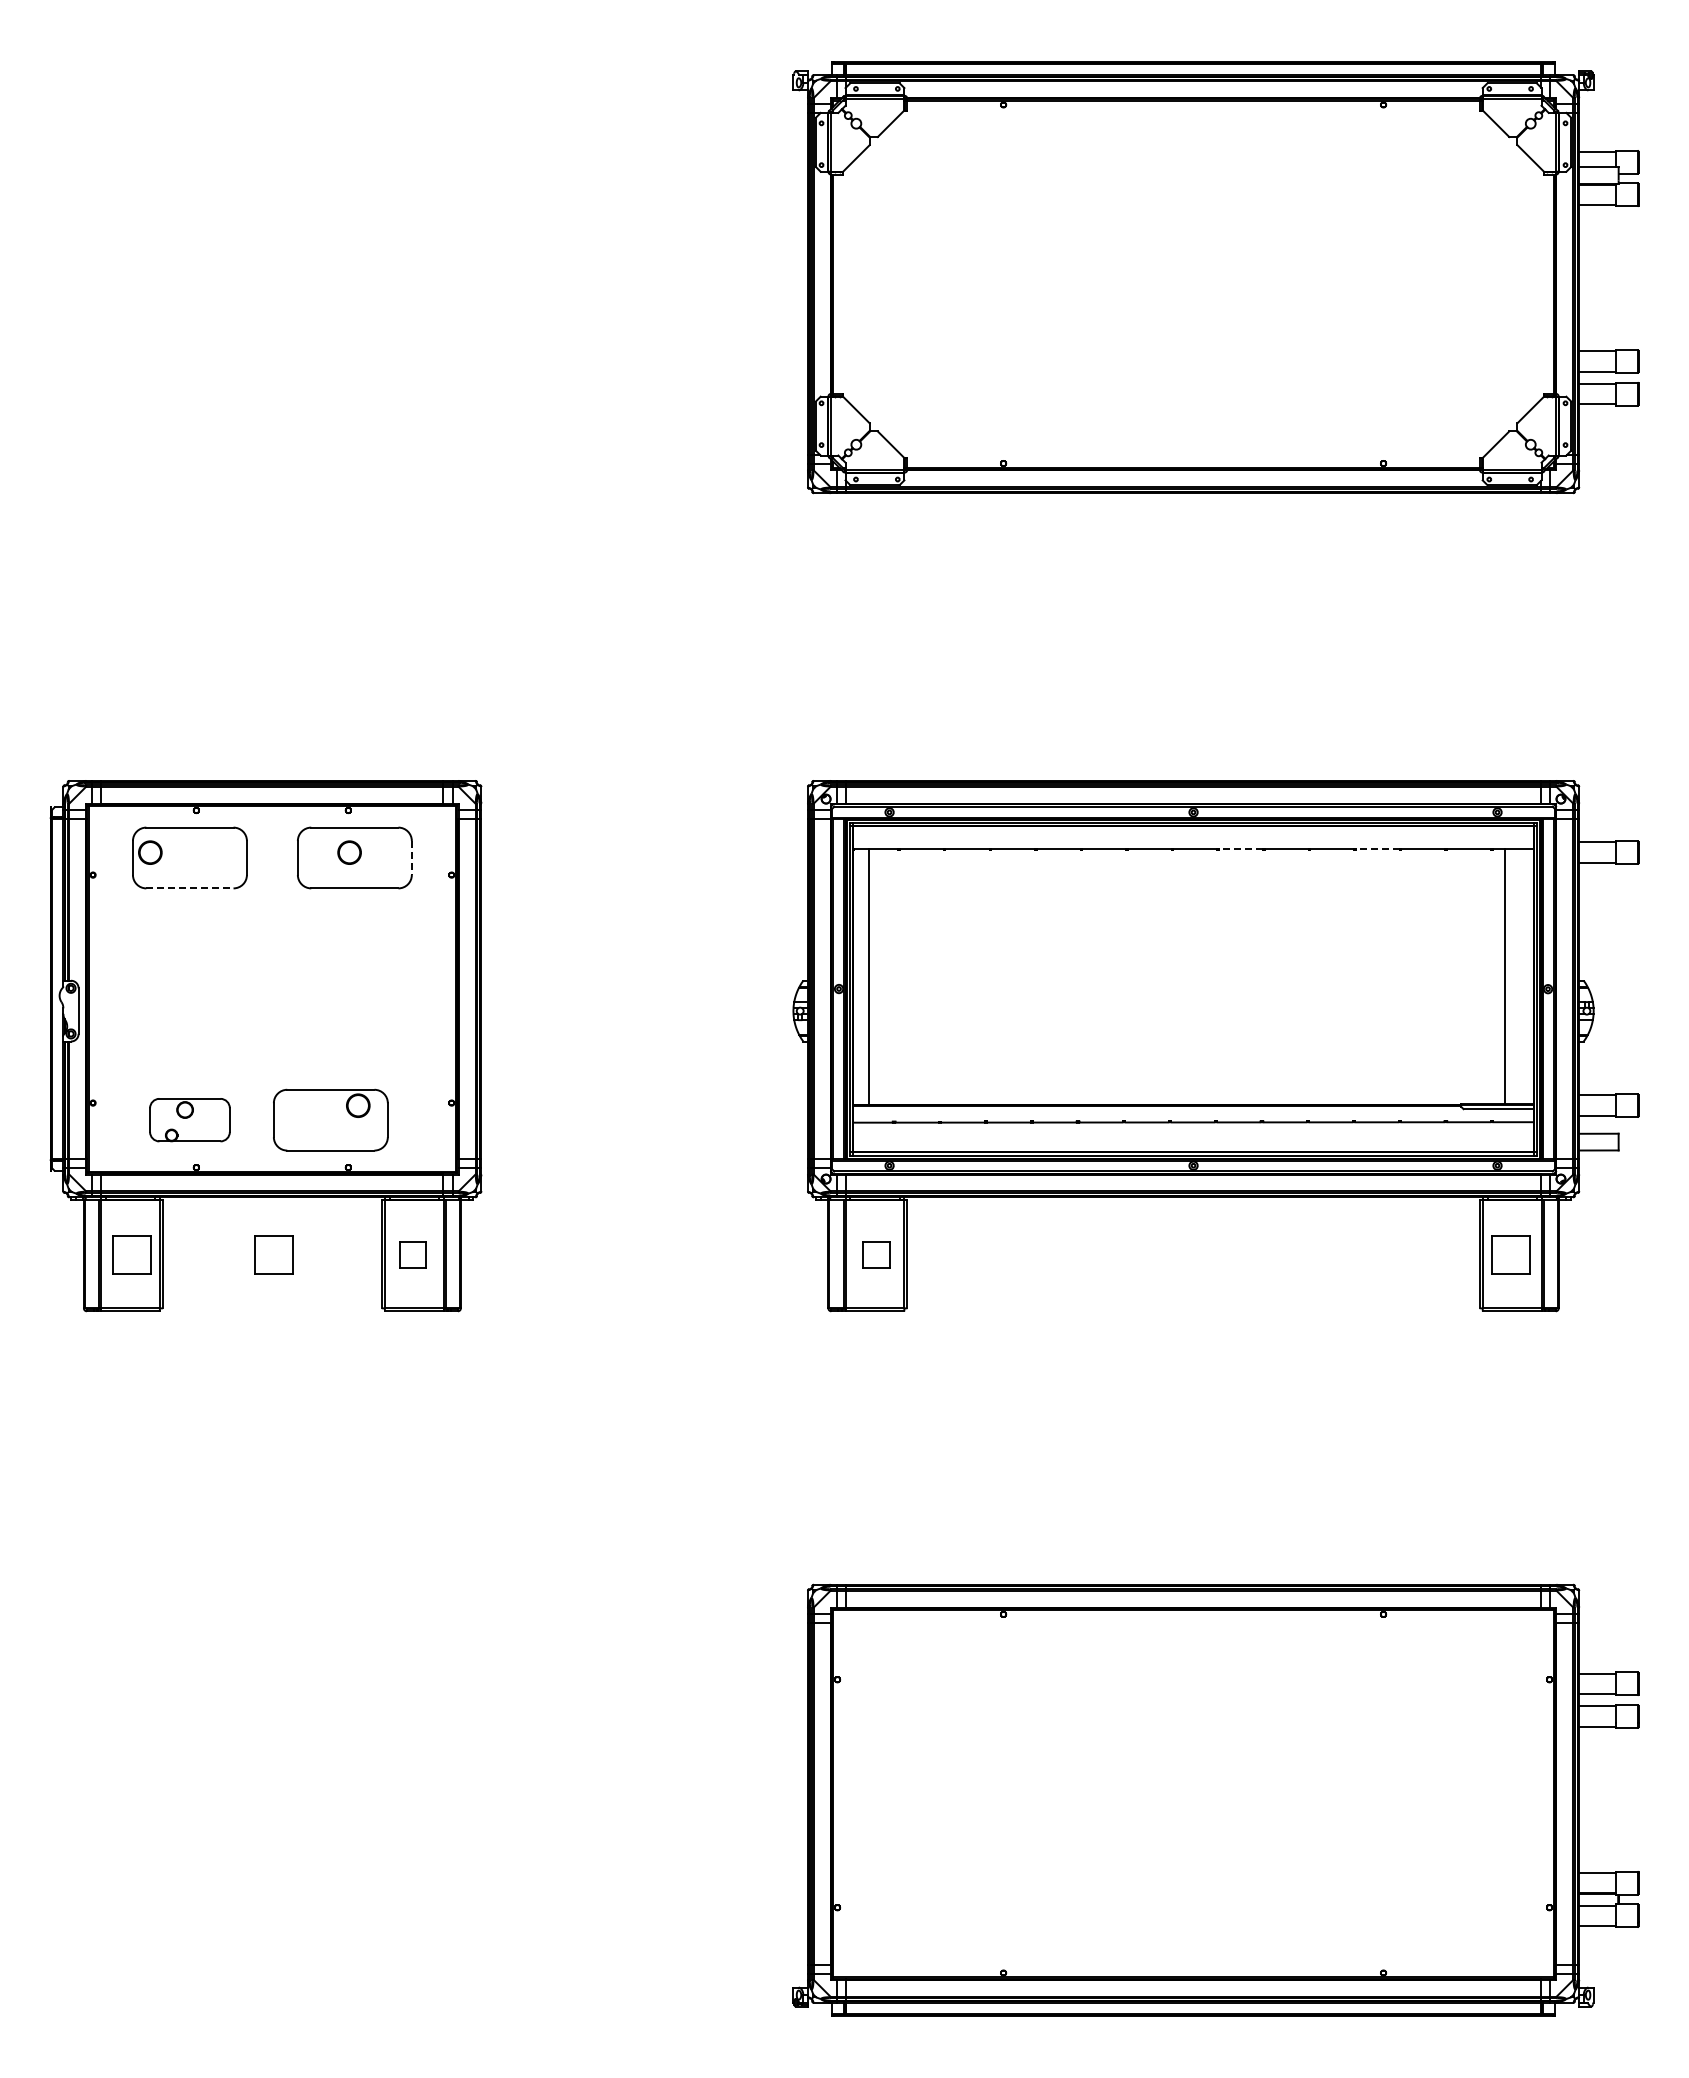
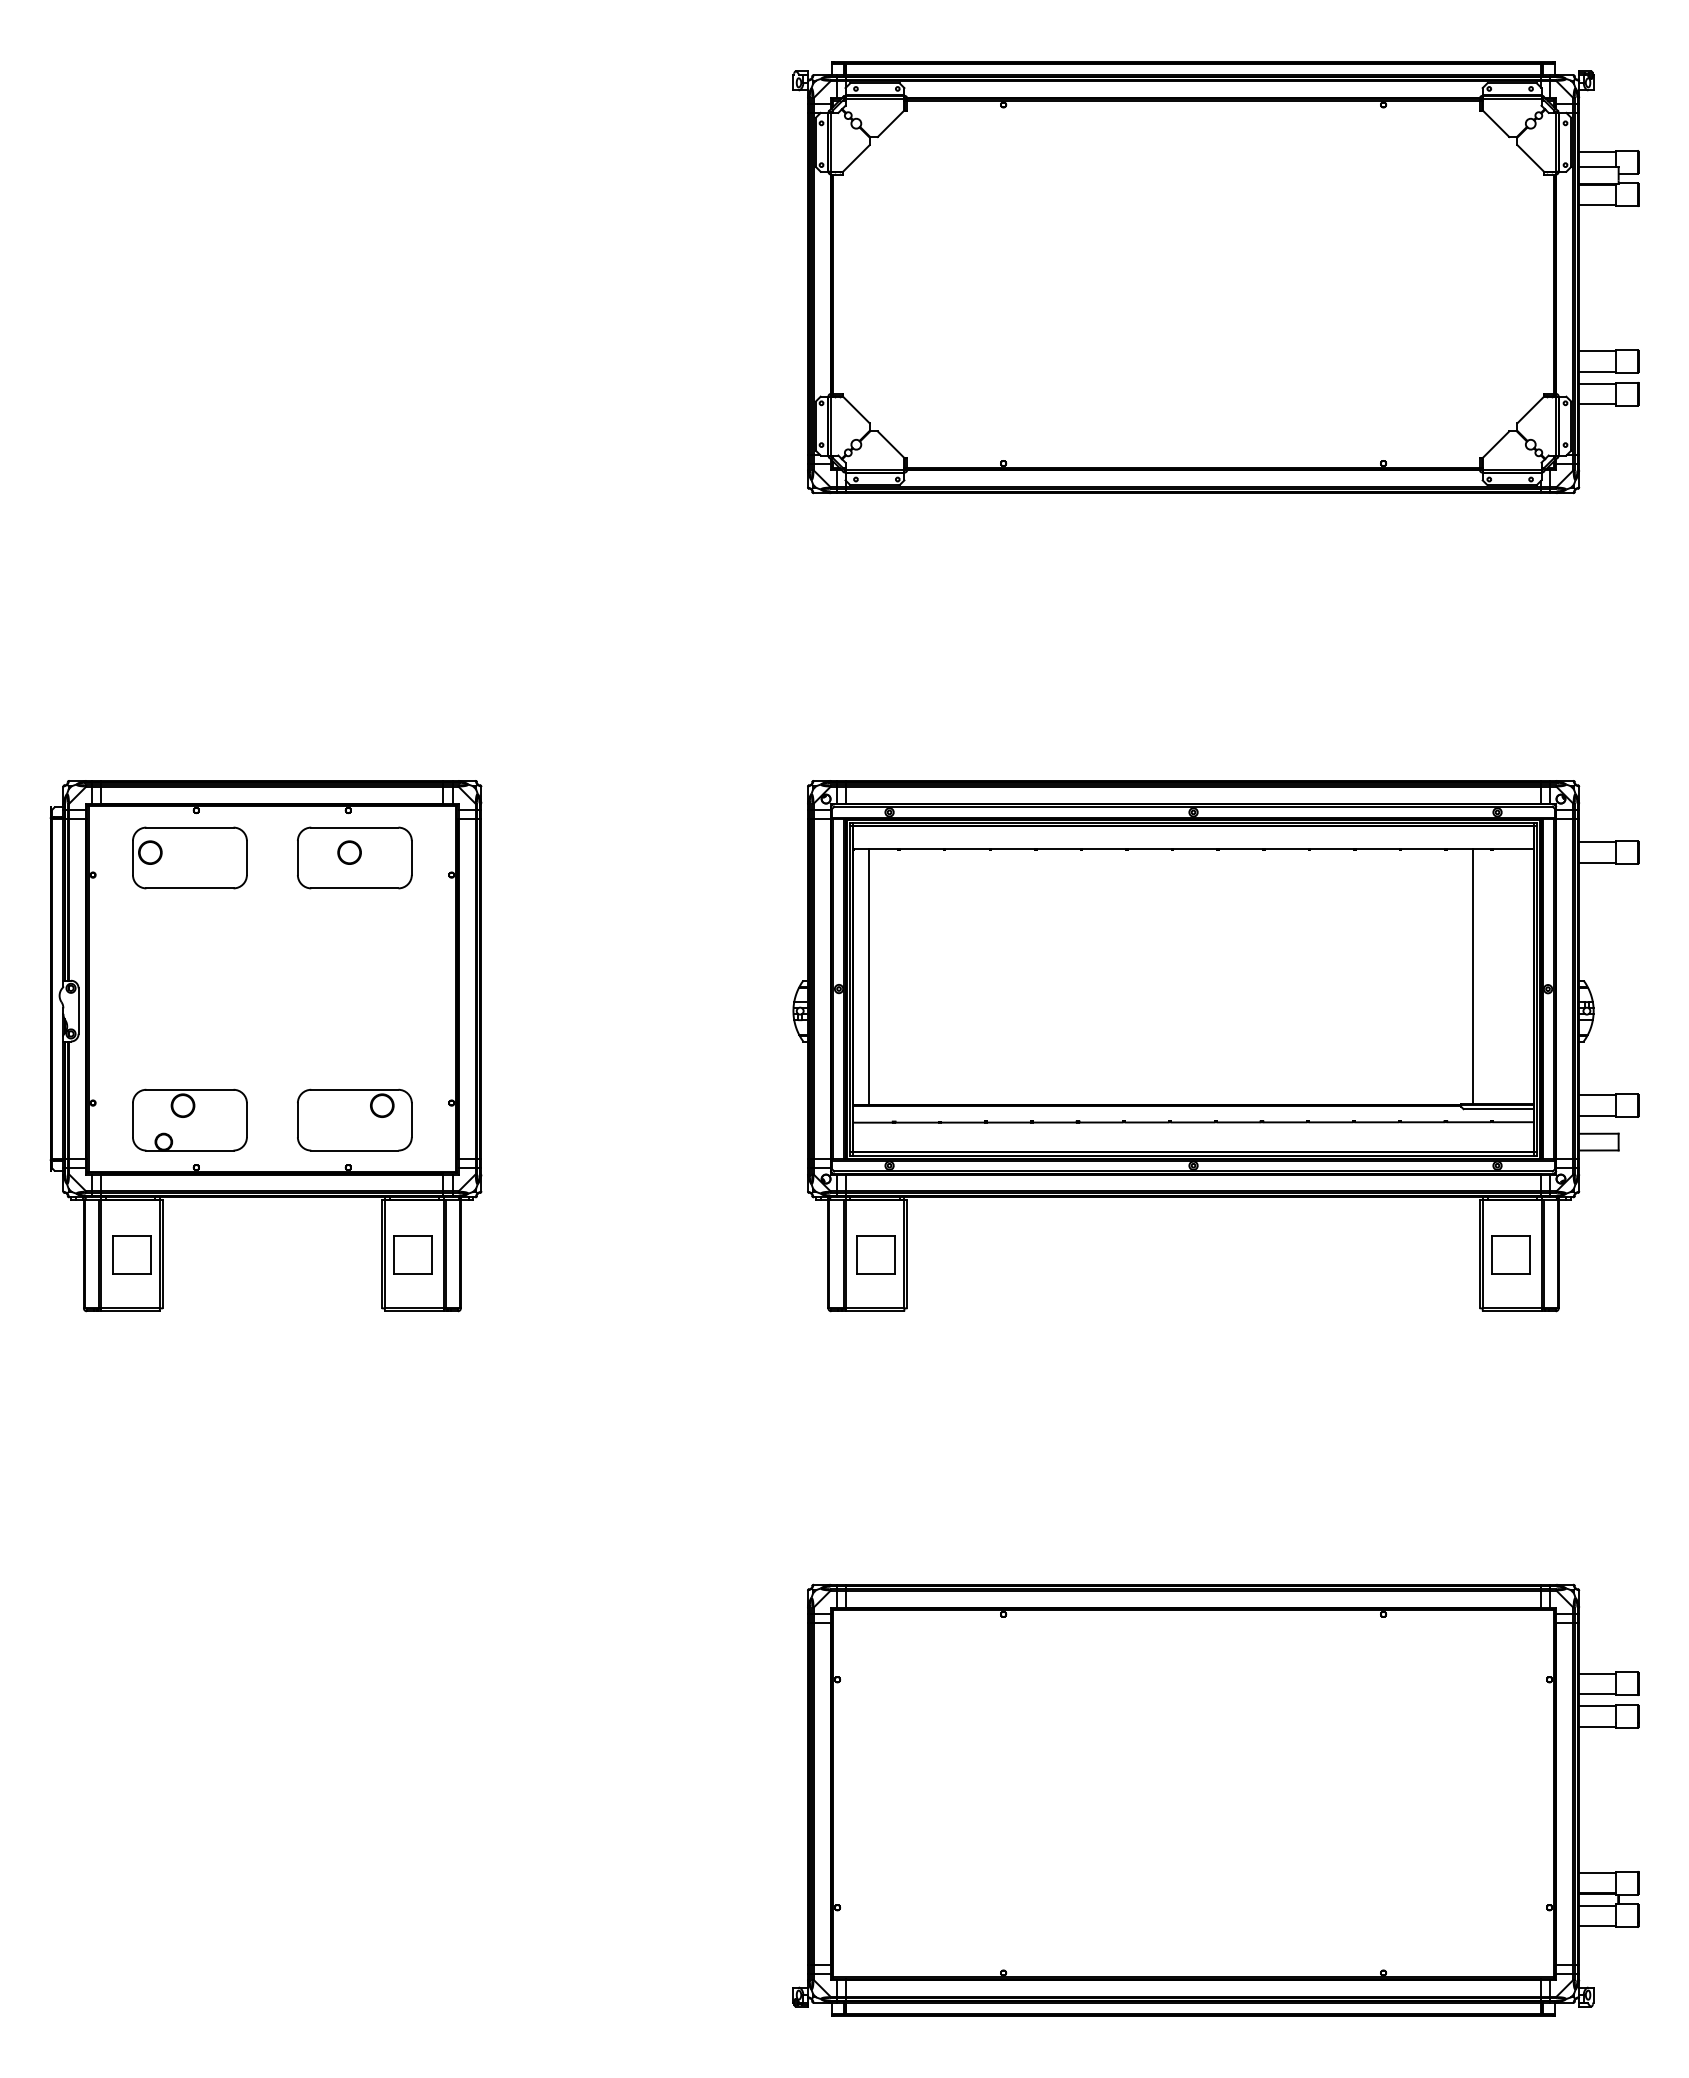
line at (1240, 848): dashed -> solid
line at (1377, 848): dashed -> solid
line at (411, 858): dashed -> solid
line at (189, 888): dashed -> solid
line at (1504, 975) position: (1504, 975) -> (1472, 975)
part at (330, 1119) position: (330, 1119) -> (354, 1119)
part at (189, 1120) size: 82x45 px -> 116x64 px
part at (273, 1254): present -> none
part at (412, 1254) size: 28x28 px -> 40x40 px
part at (876, 1254) size: 29x28 px -> 40x40 px
